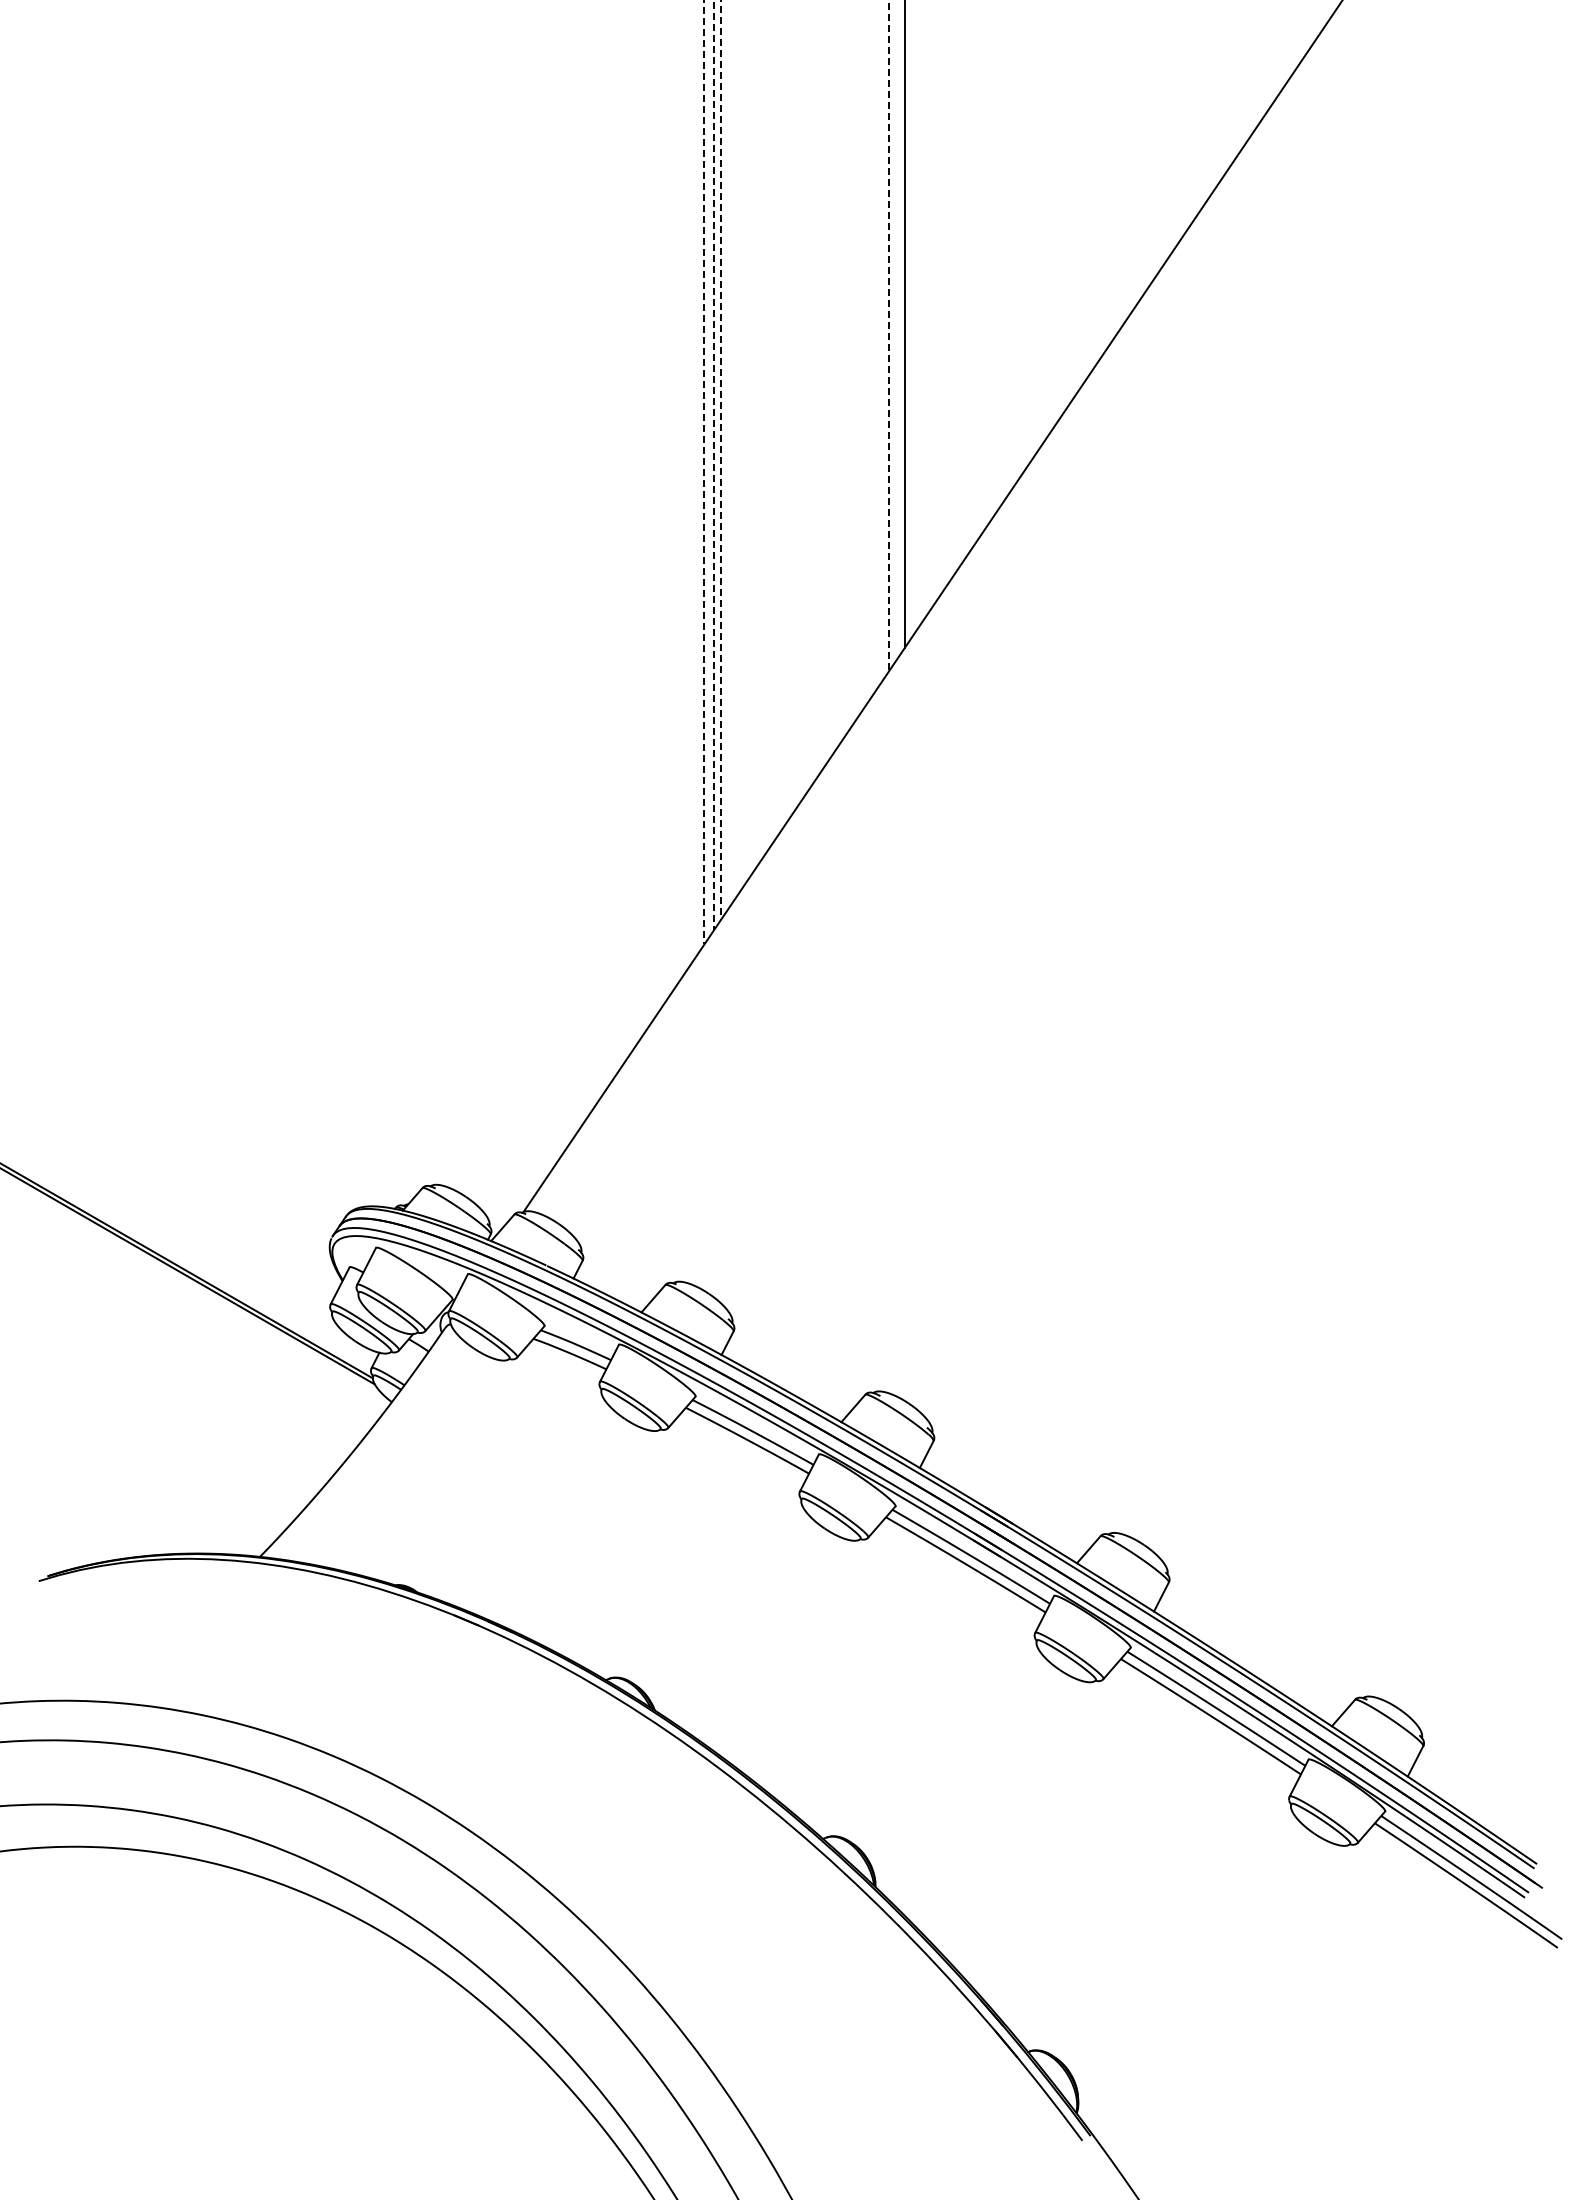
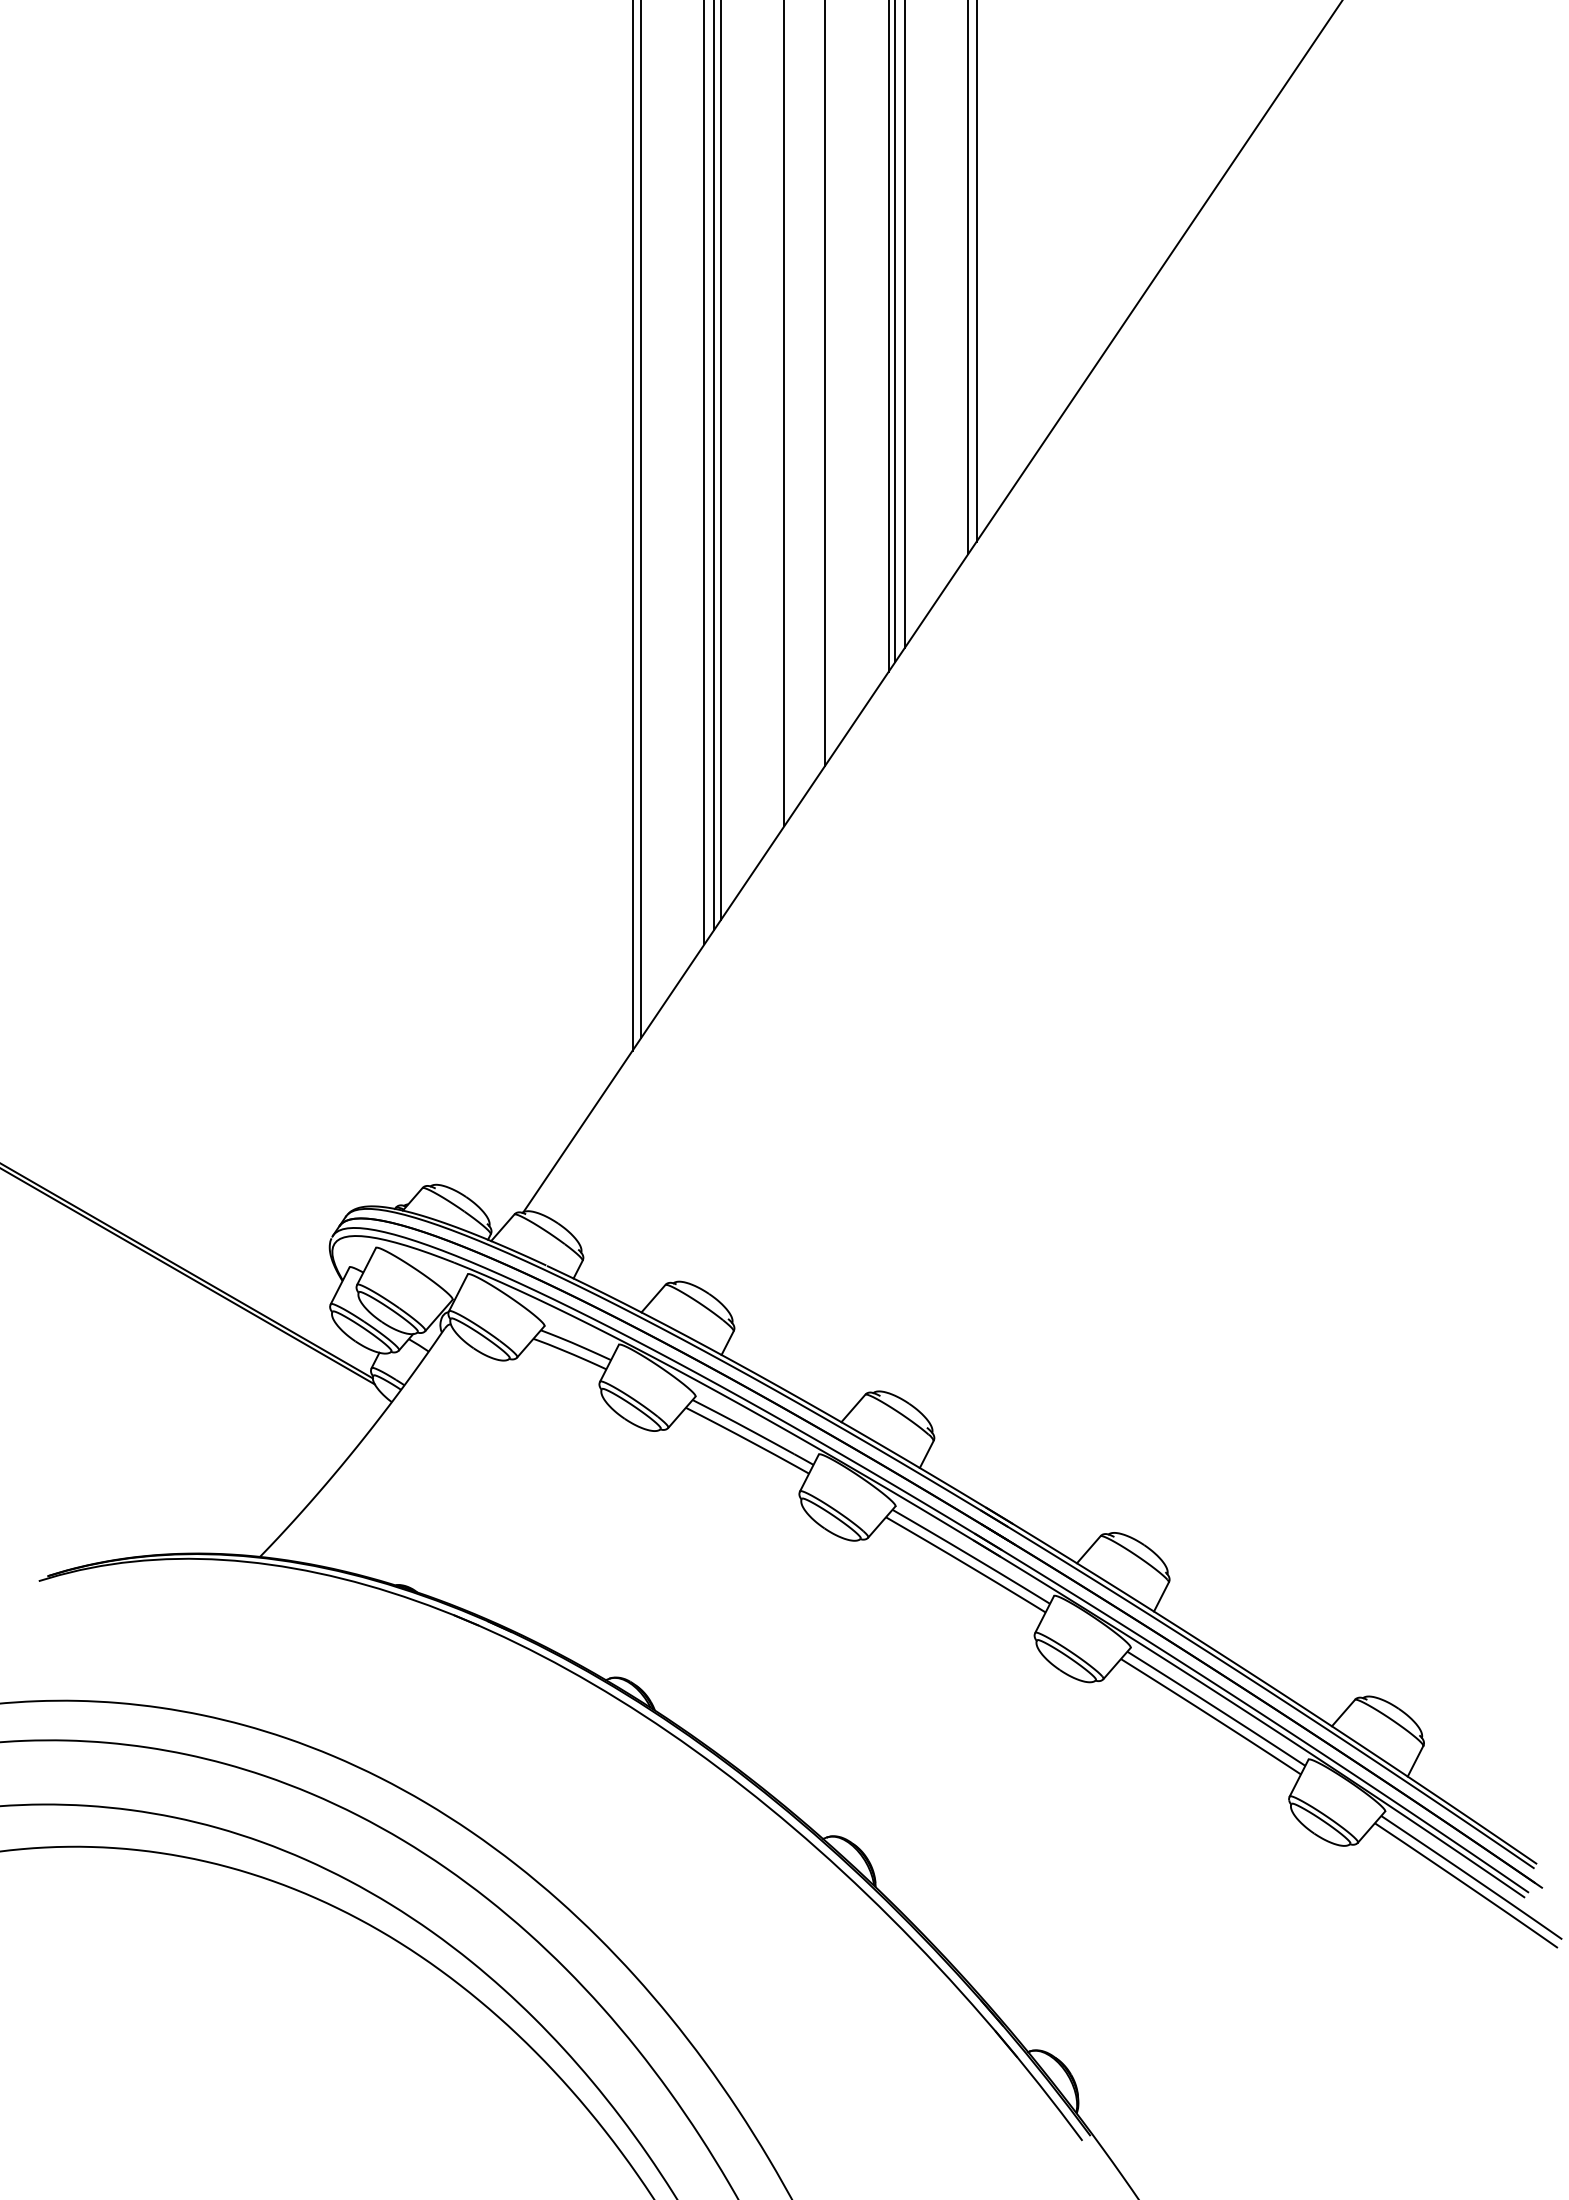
line at (976, 271): none -> present
line at (968, 278): none -> present
line at (895, 331): none -> present
line at (888, 336): dashed -> solid
line at (825, 383): none -> present
line at (784, 414): none -> present
line at (720, 460): dashed -> solid
line at (713, 465): dashed -> solid
line at (704, 472): dashed -> solid
line at (641, 520): none -> present
line at (632, 526): none -> present
